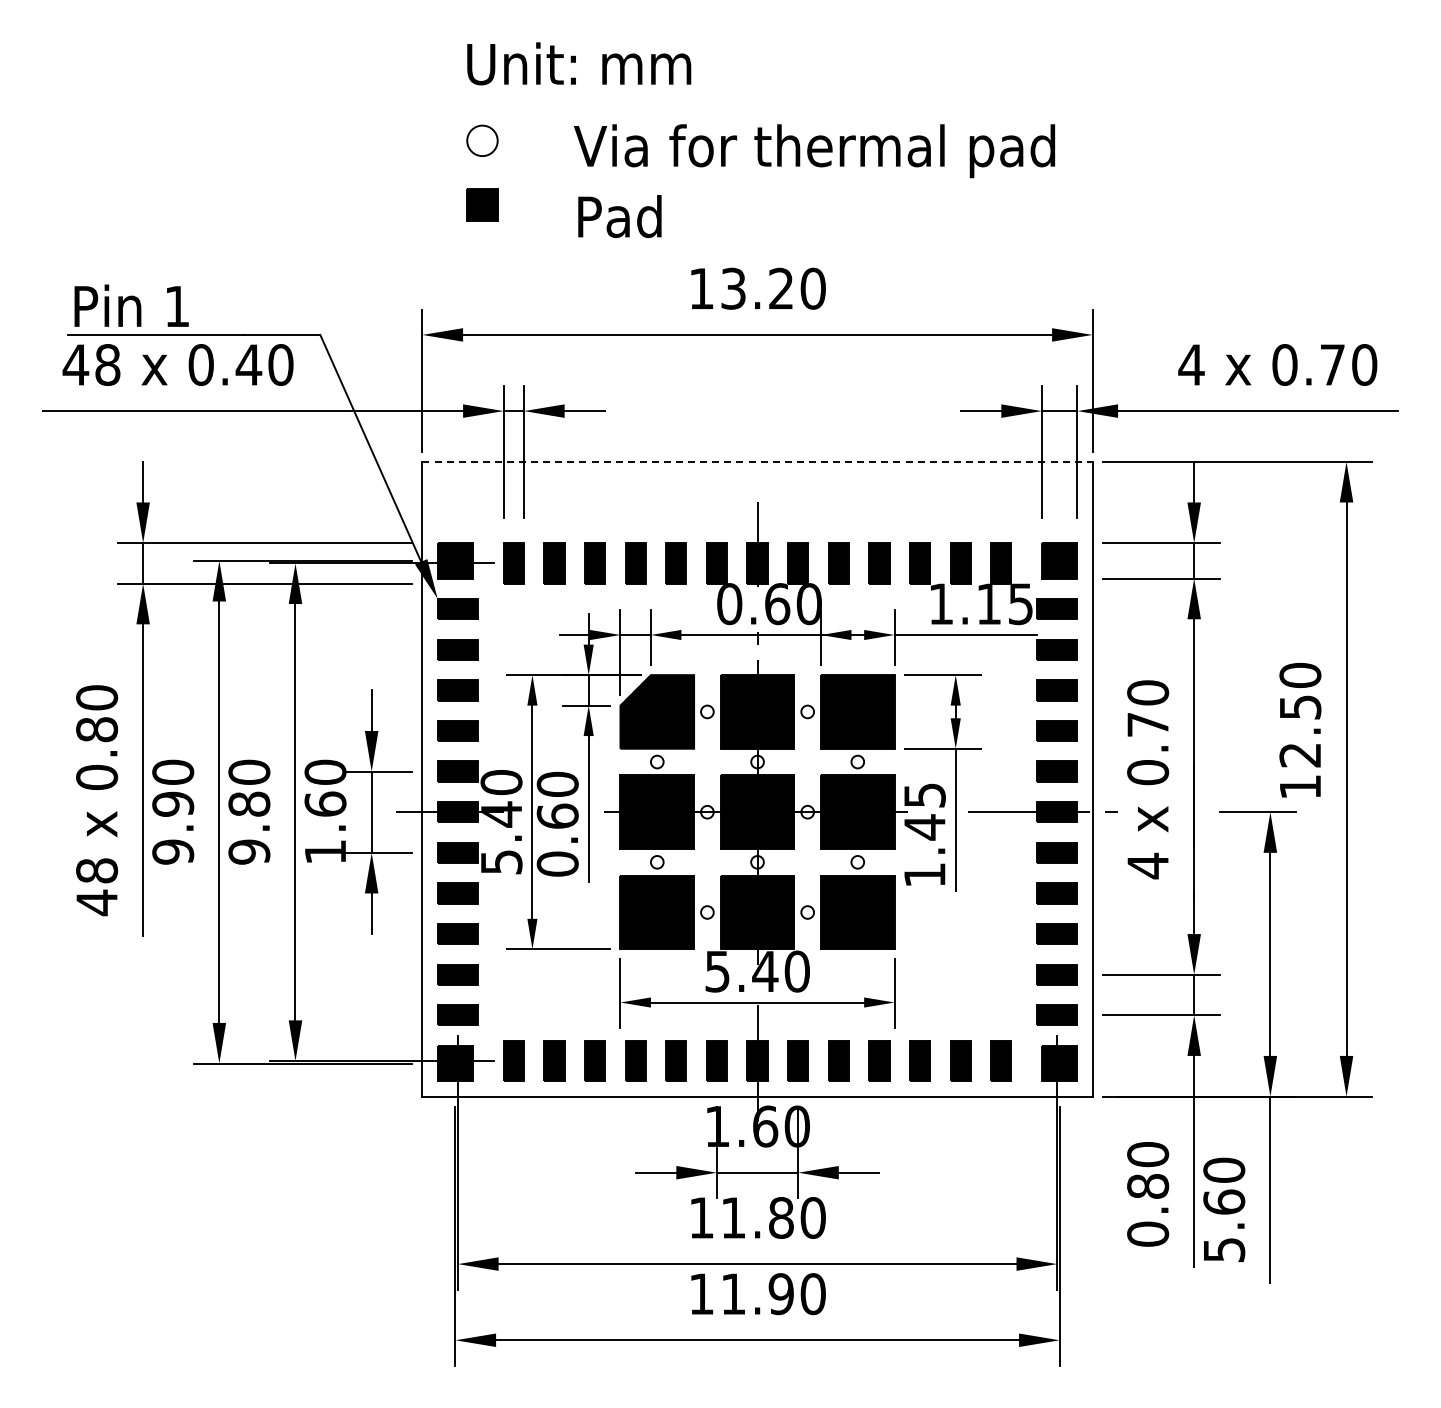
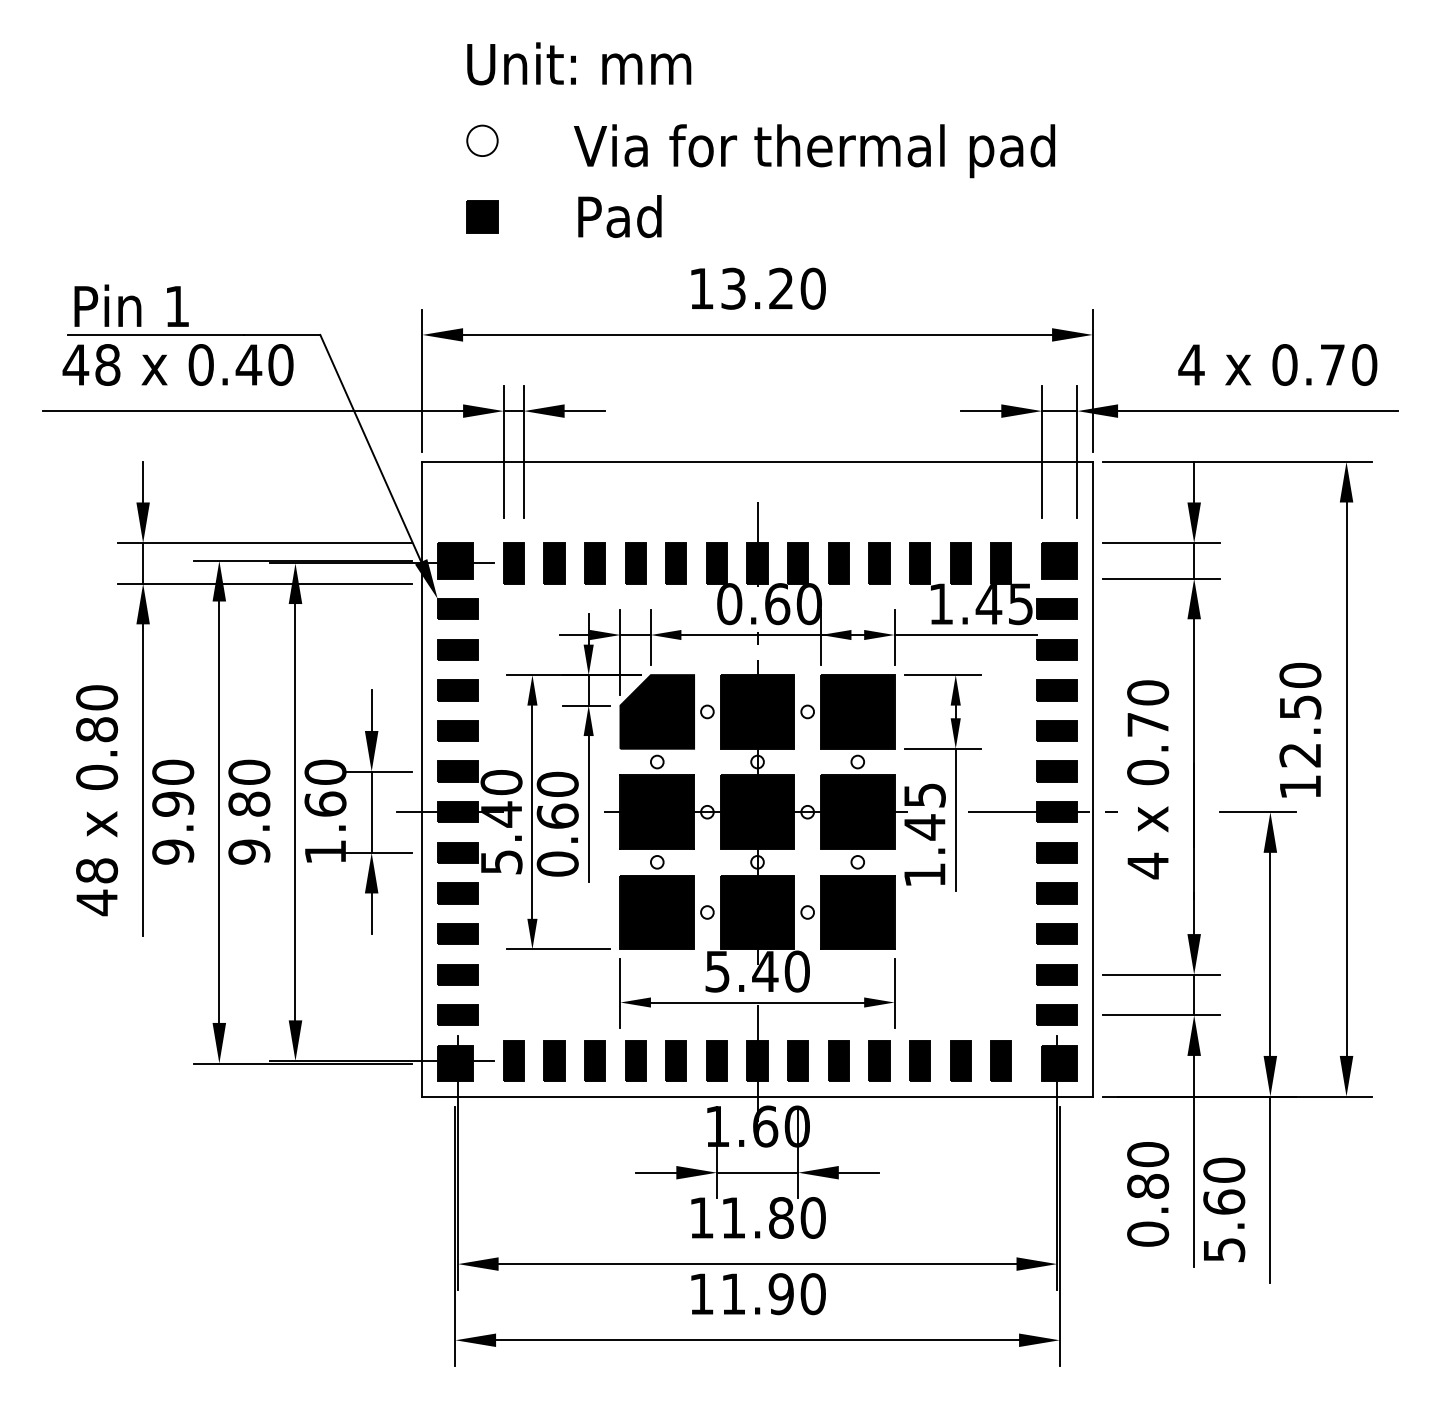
part at (482, 204) position: (482, 204) -> (482, 216)
line at (758, 461): dashed -> solid
text at (988, 603): 1.15 -> 1.45
